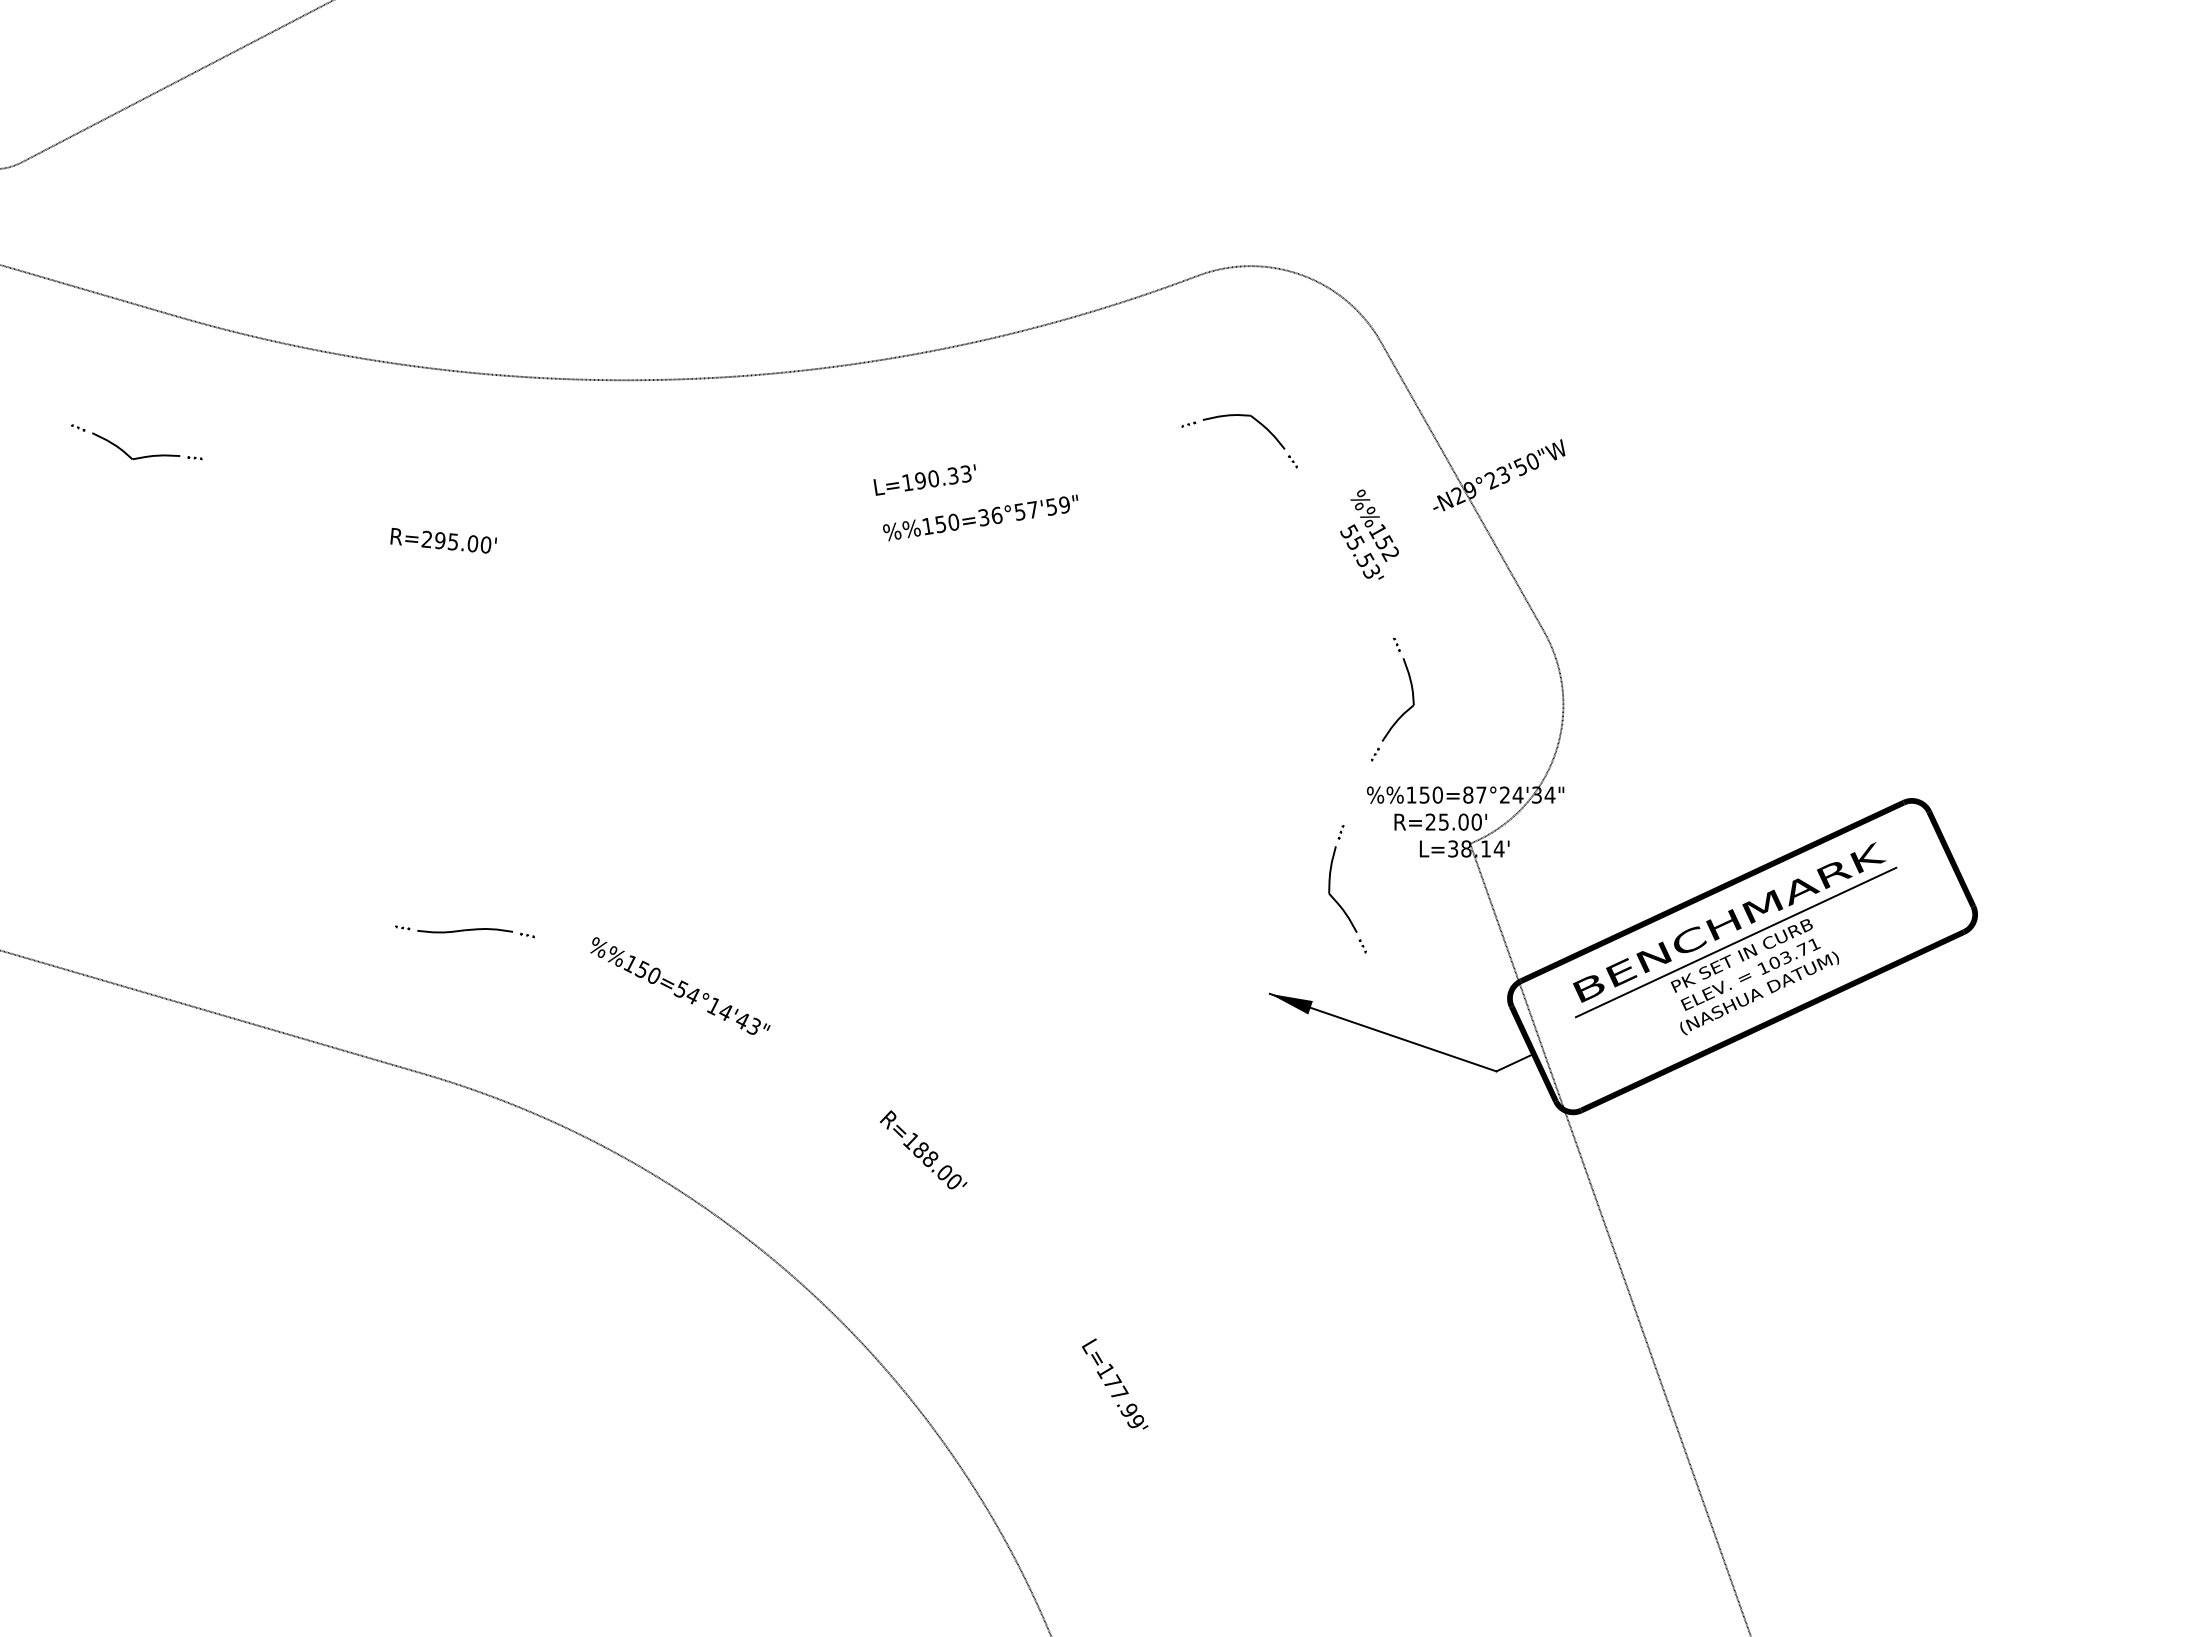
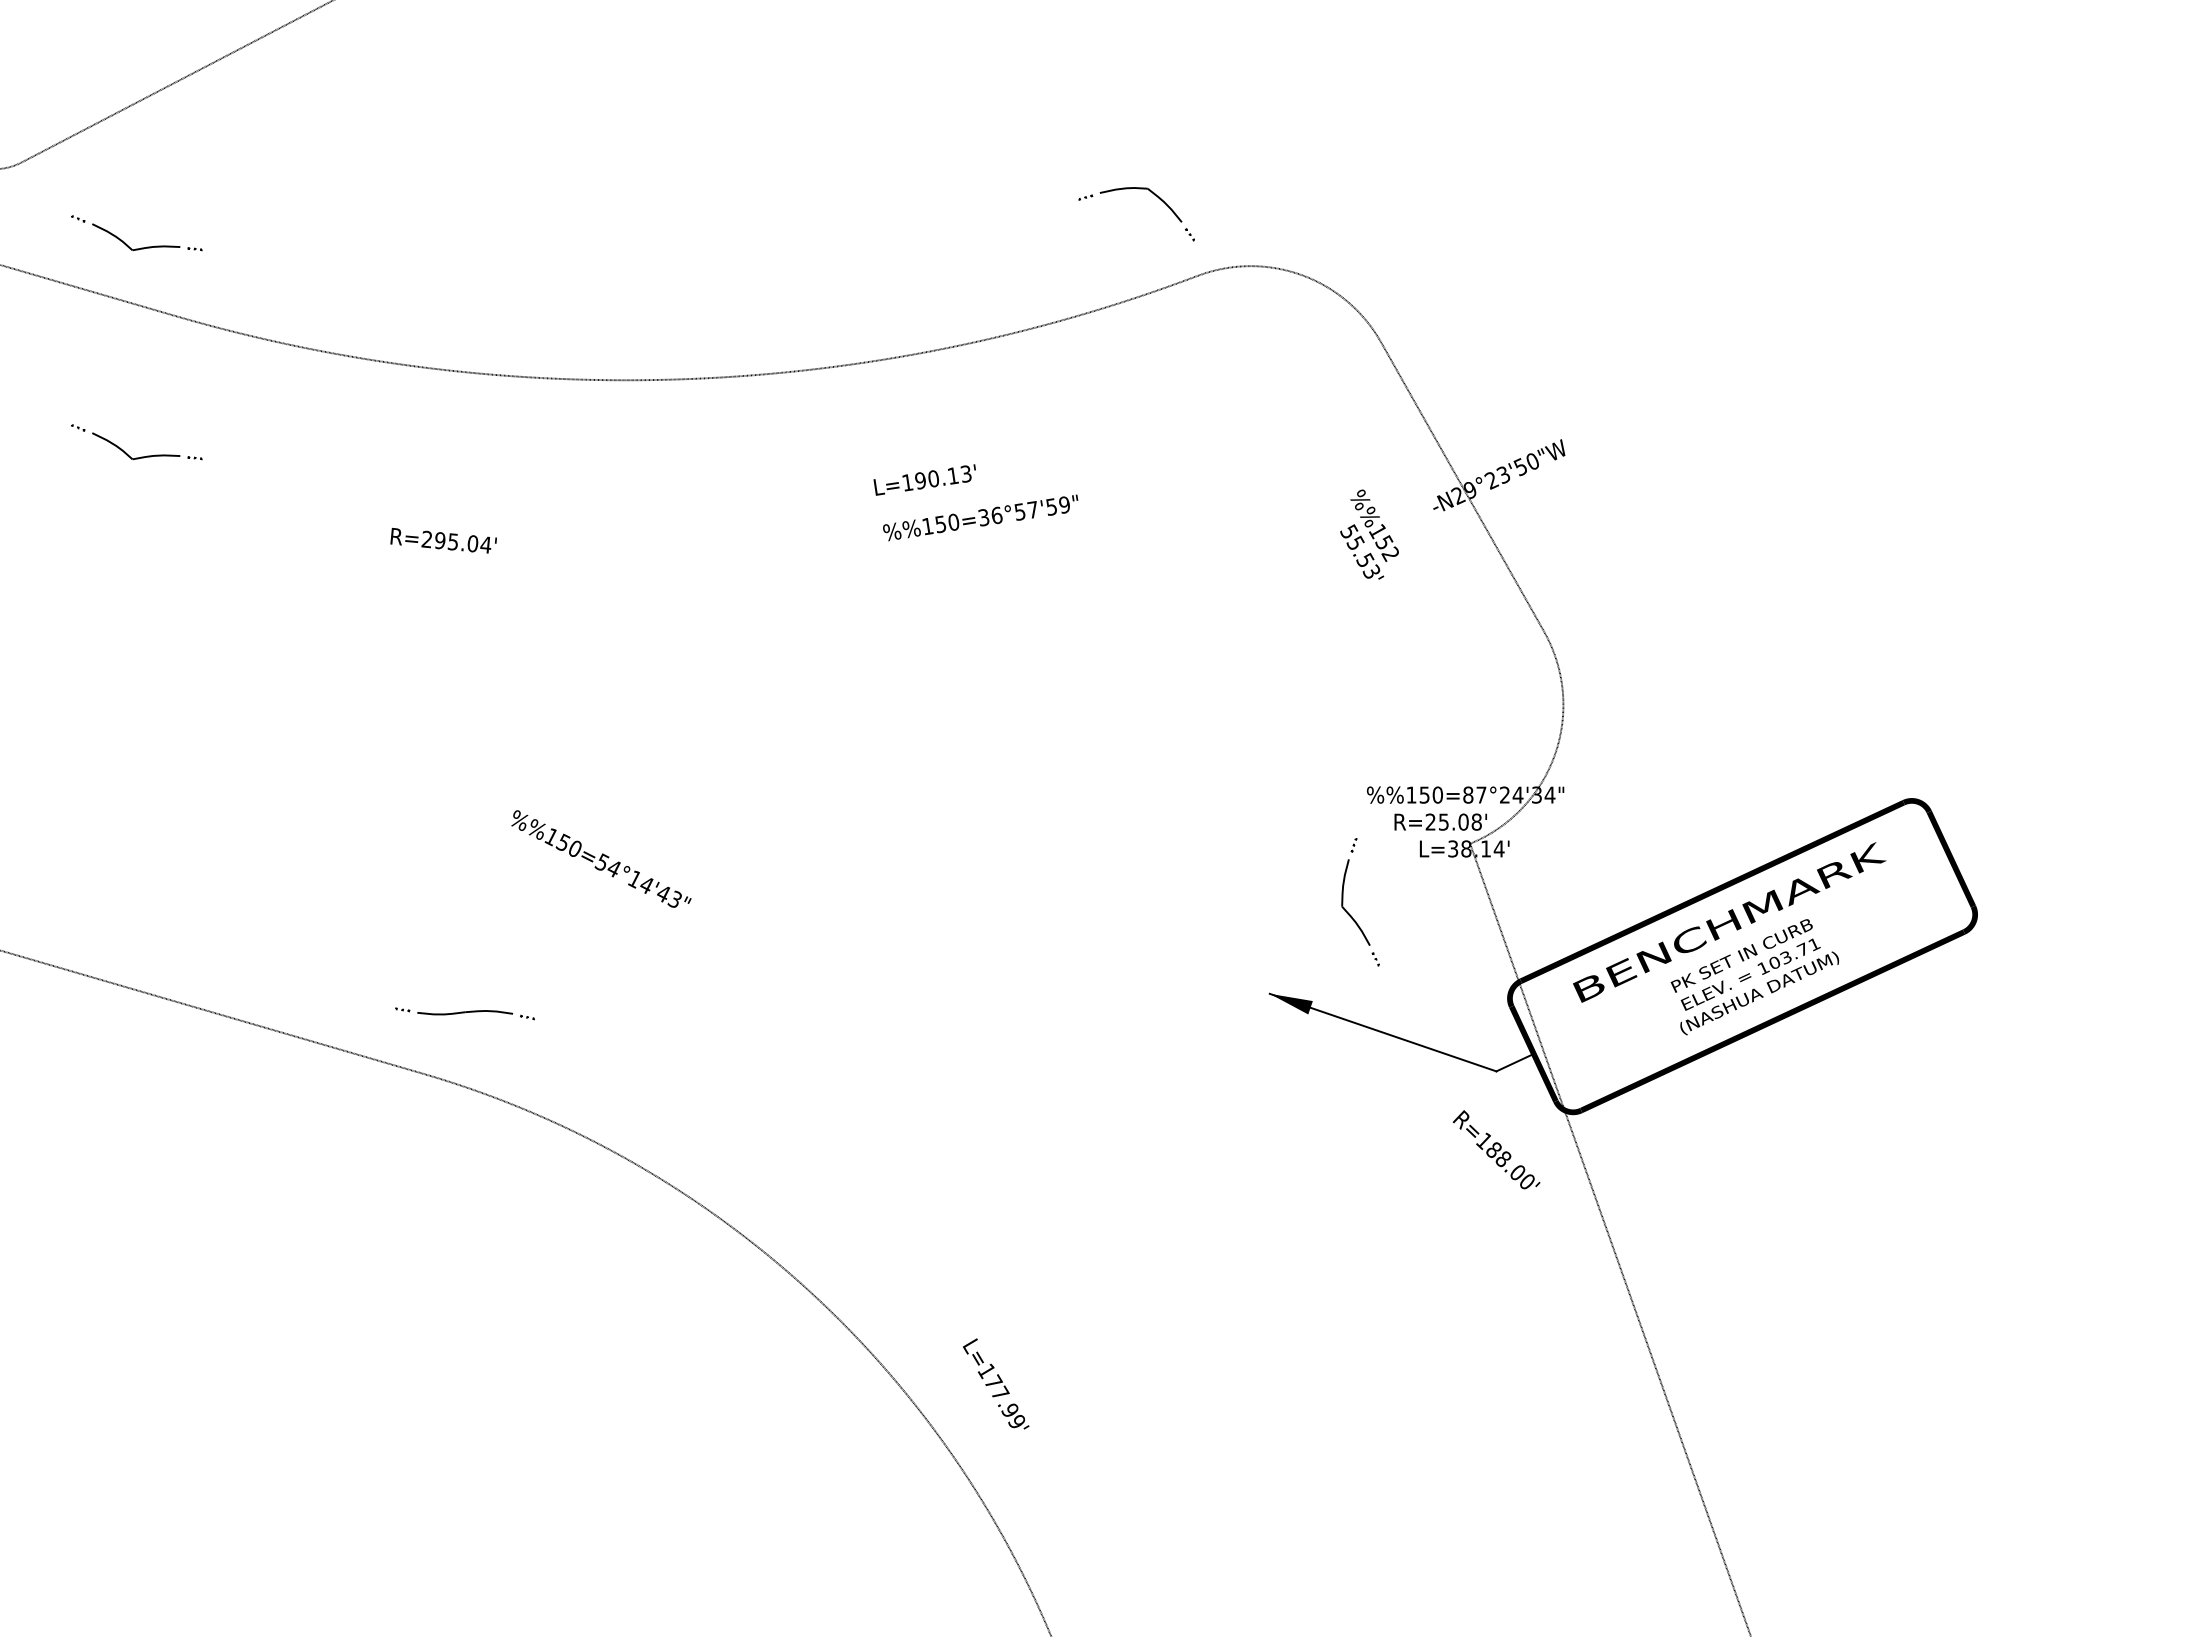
part at (126, 243): none -> present
part at (1241, 416) position: (1241, 416) -> (1138, 189)
text at (952, 475): L=190.33' -> L=190.13'
text at (485, 544): R=295.00' -> R=295.04'
part at (1404, 711): present -> none
text at (1476, 821): R=25.00' -> R=25.08'
part at (1336, 900) position: (1336, 900) -> (1349, 913)
part at (464, 931) position: (464, 931) -> (464, 1013)
line at (1735, 942): present -> none
text at (680, 985) position: (680, 985) -> (601, 858)
text at (923, 1149) position: (923, 1149) -> (1496, 1149)
text at (1115, 1383) position: (1115, 1383) -> (996, 1383)
